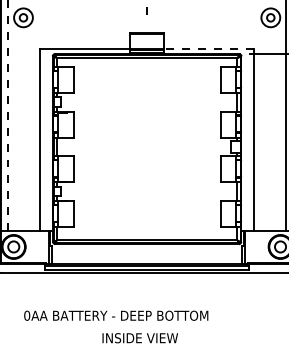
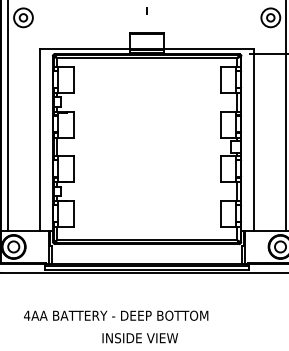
line at (209, 48): dashed -> solid
line at (8, 115): dashed -> solid
text at (27, 315): 0AA -> 4AA
